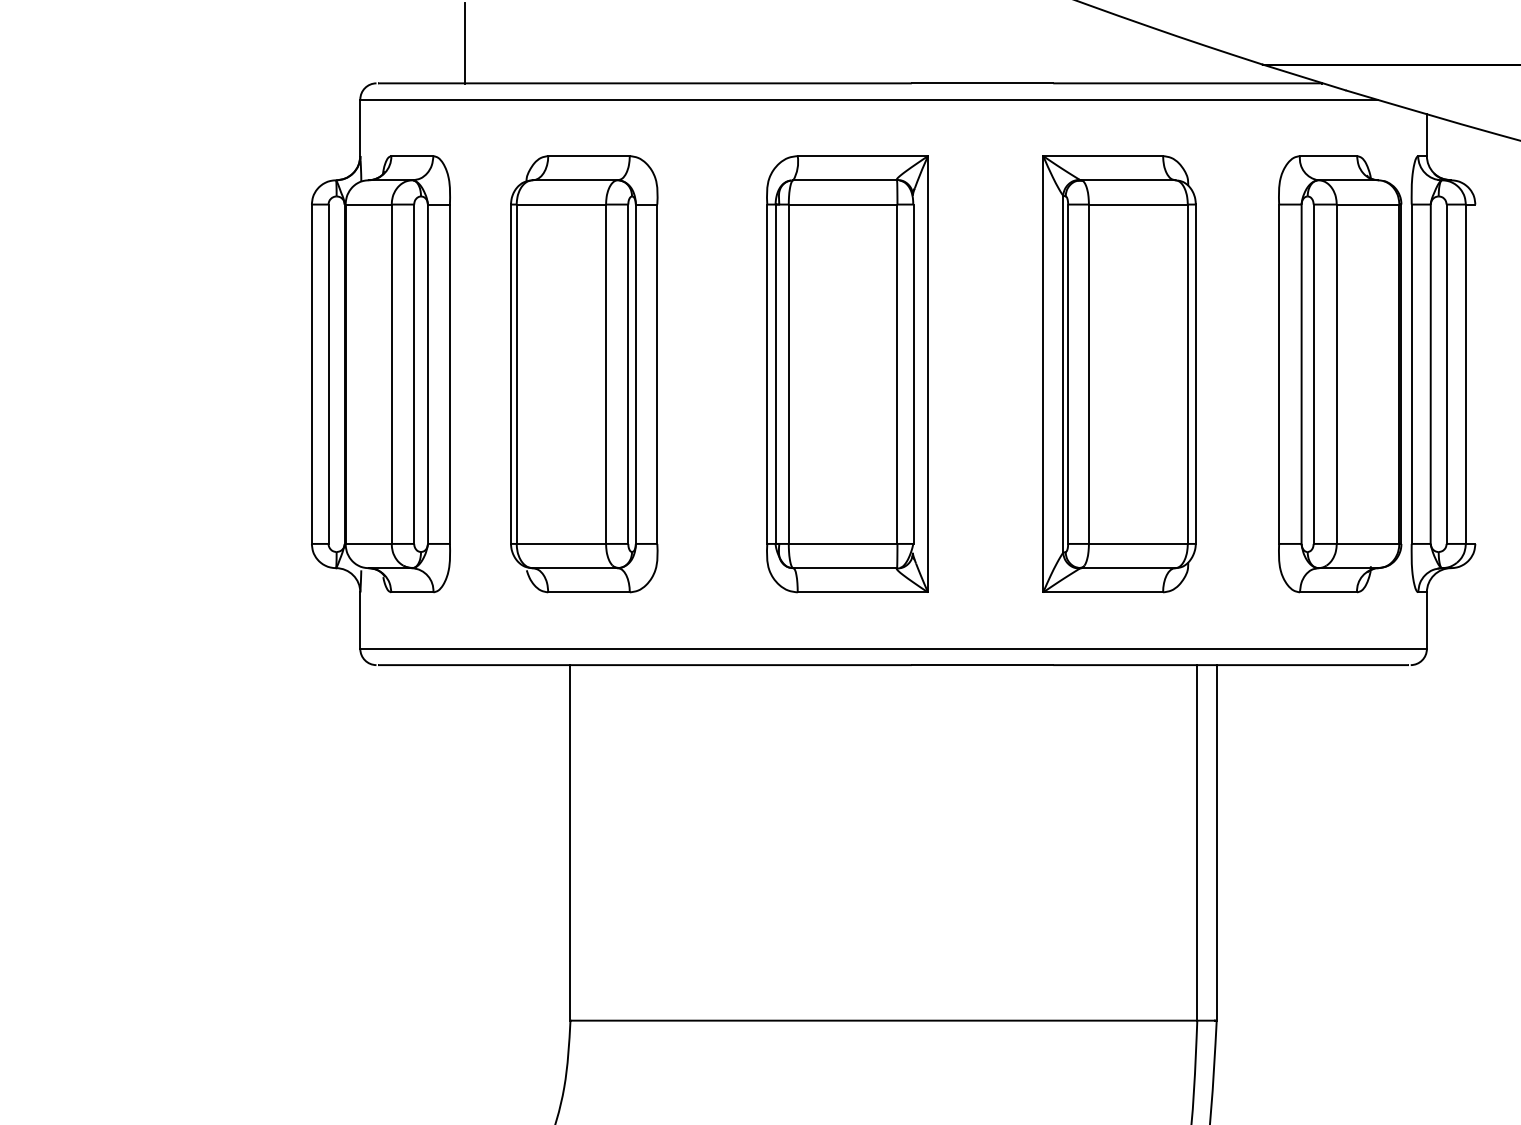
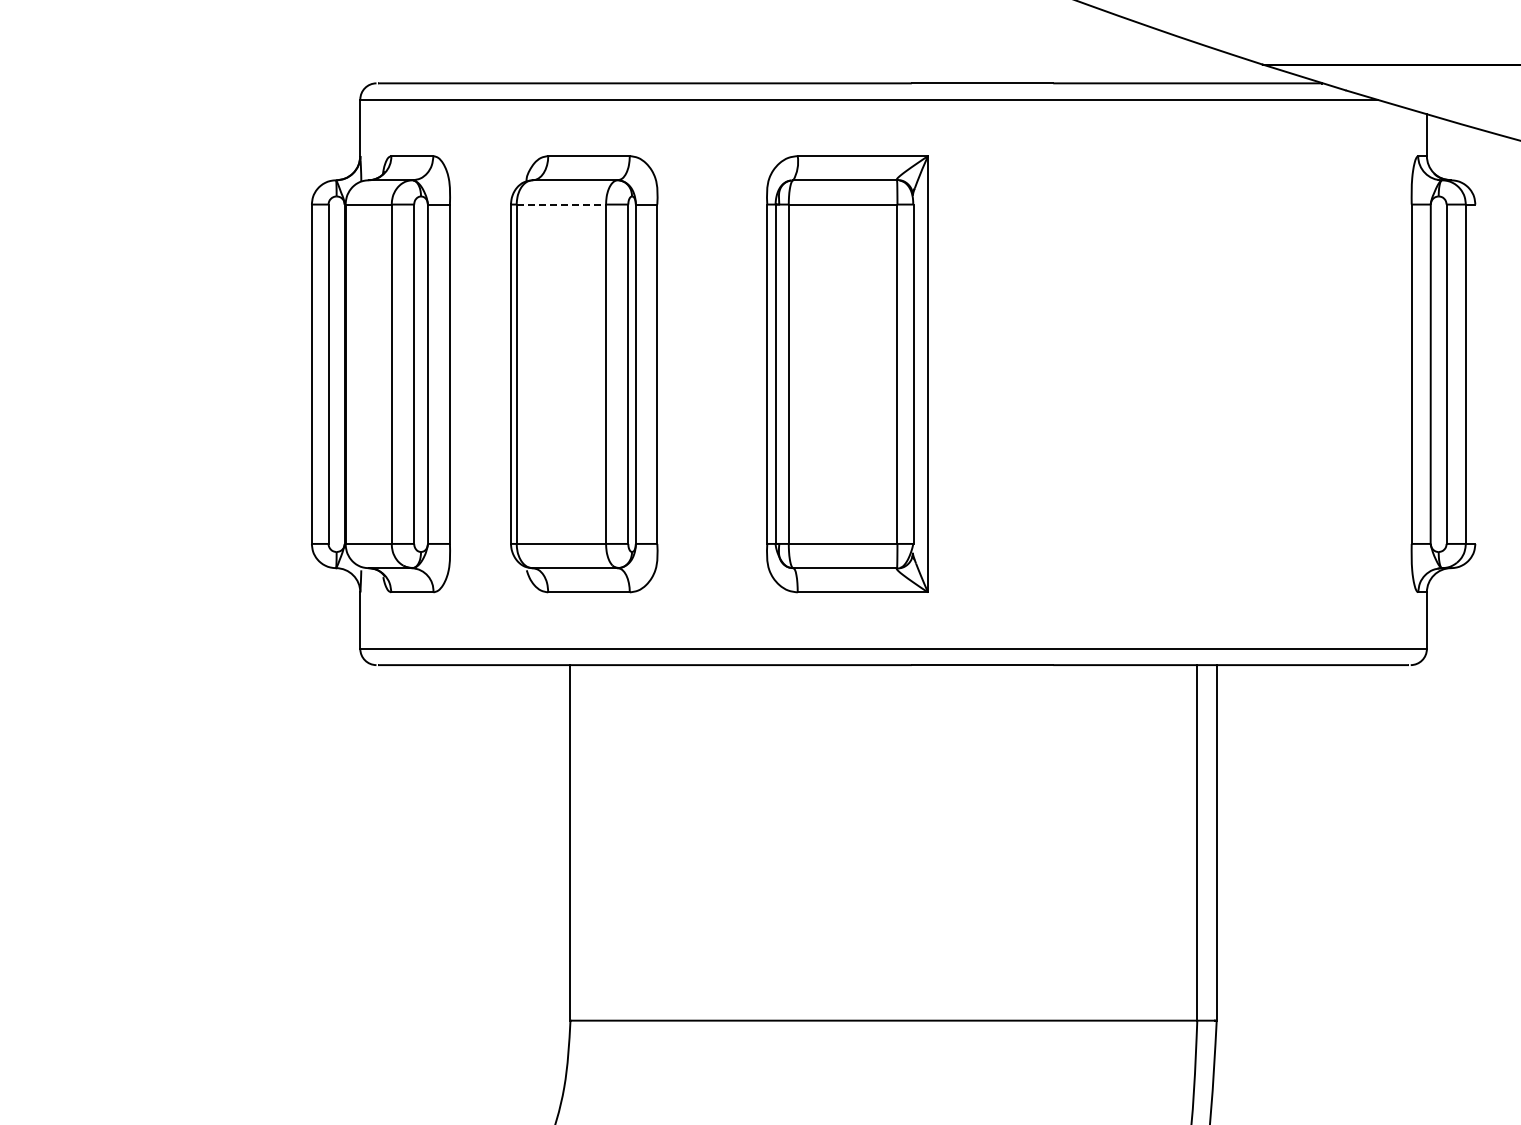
line at (465, 42): present -> none
line at (561, 204): solid -> dashed
part at (1119, 374): present -> none
part at (1340, 374): present -> none
